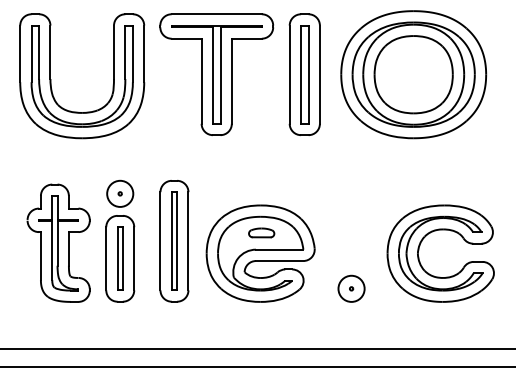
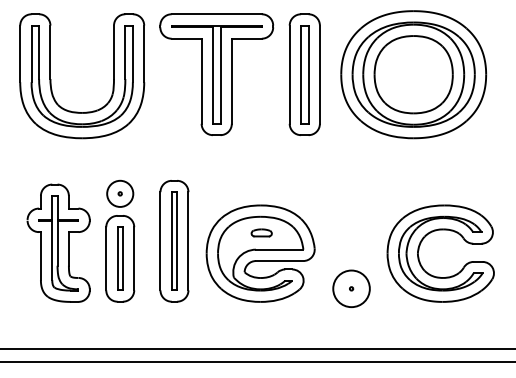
part at (261, 232) size: 28x12 px -> 23x10 px
circle at (351, 288) diameter: 26 px -> 37 px
line at (257, 366) position: (257, 366) -> (257, 361)
